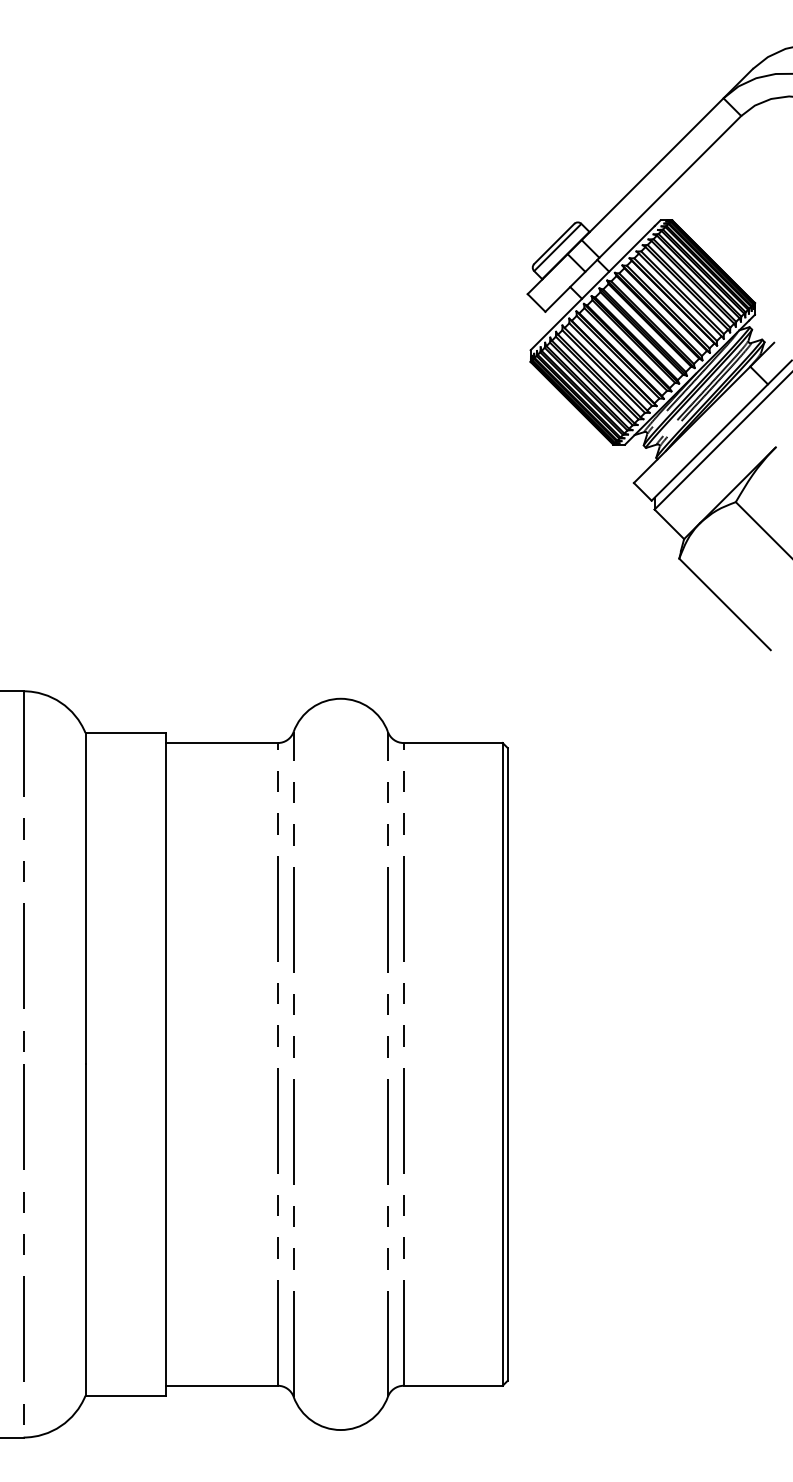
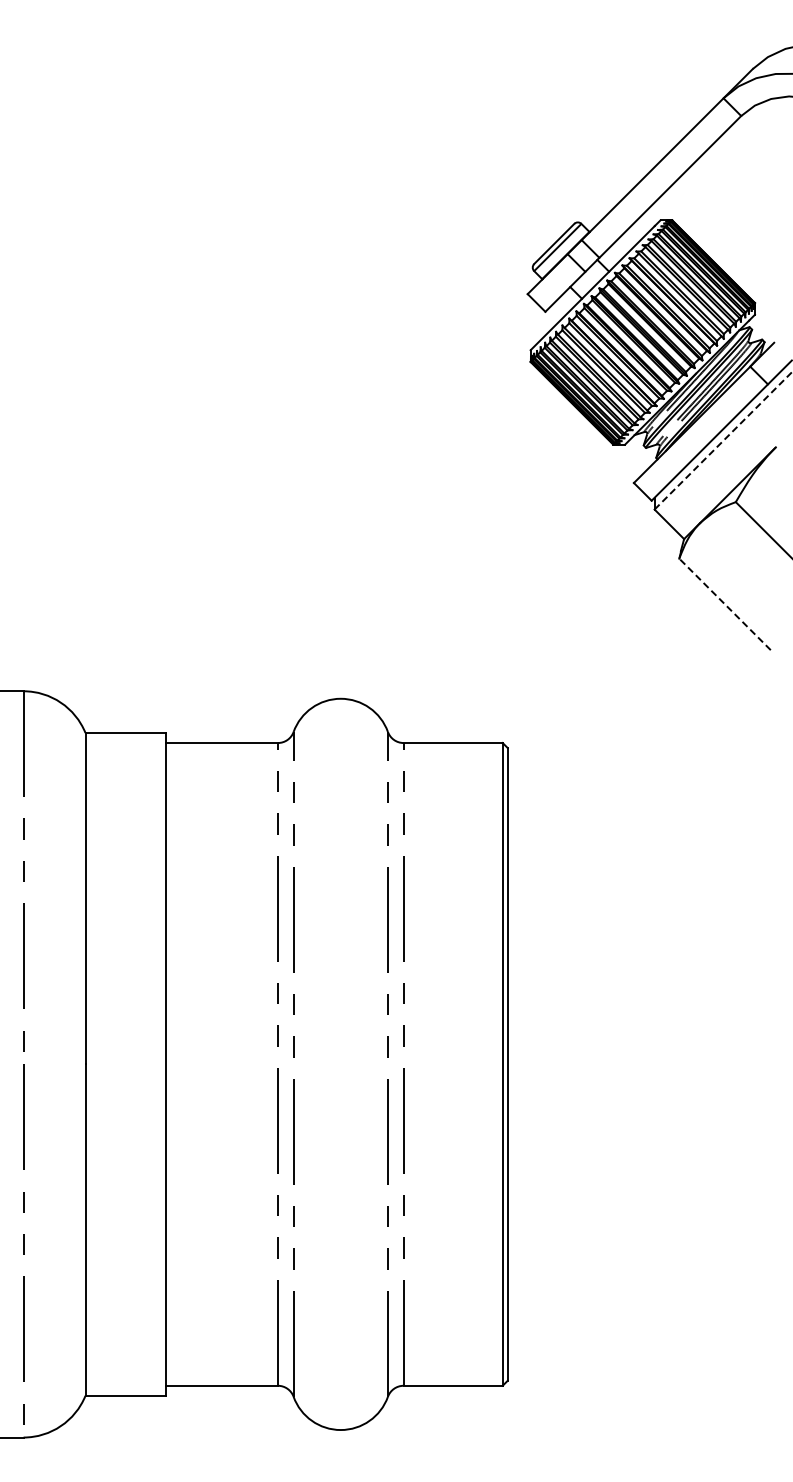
line at (723, 440): solid -> dashed
line at (725, 604): solid -> dashed
